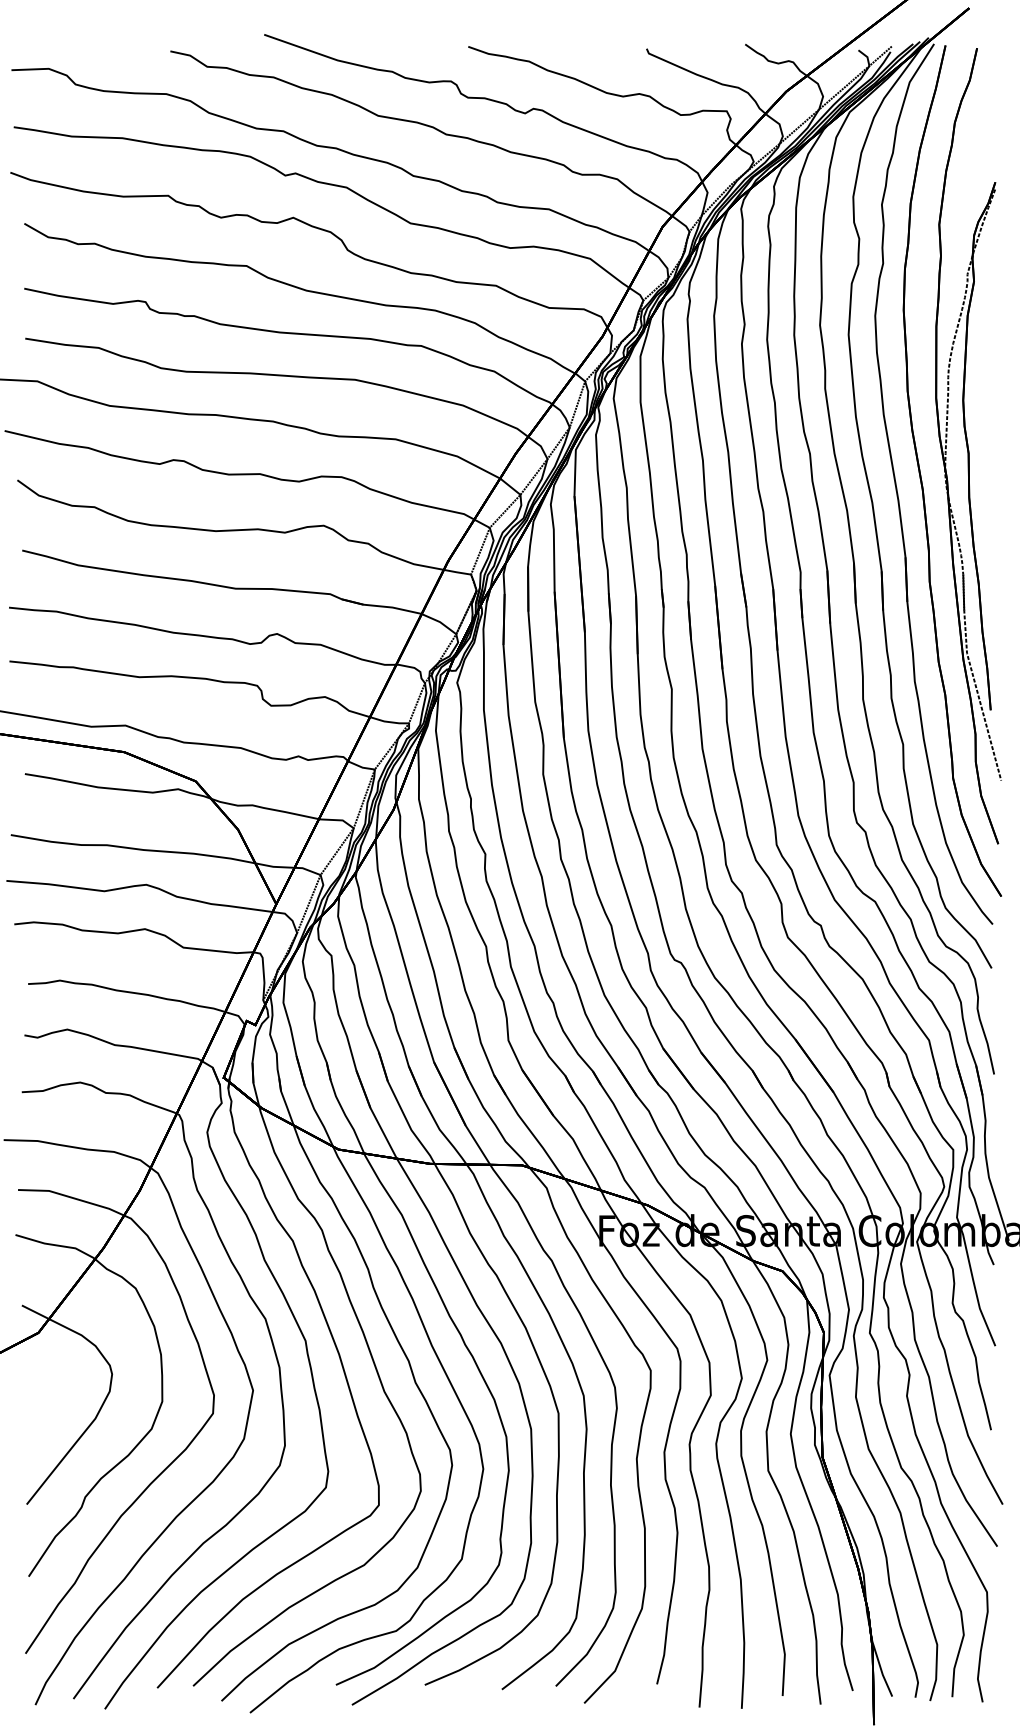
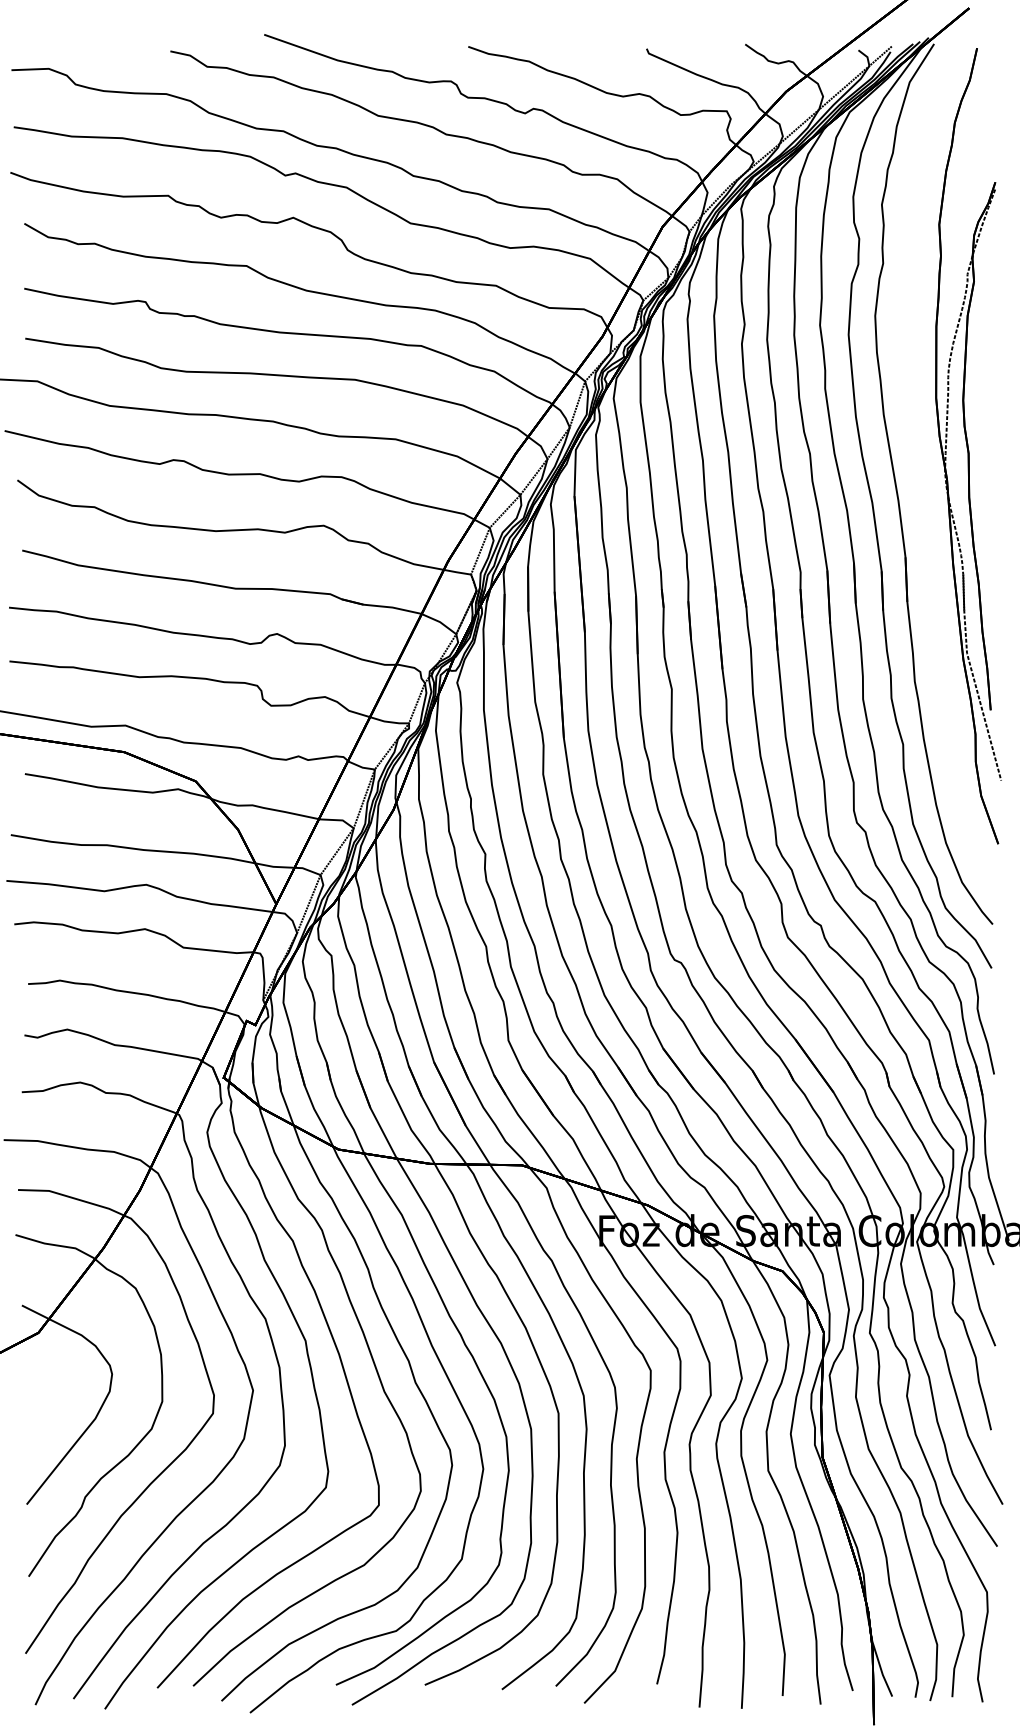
part at (921, 474): present -> none
